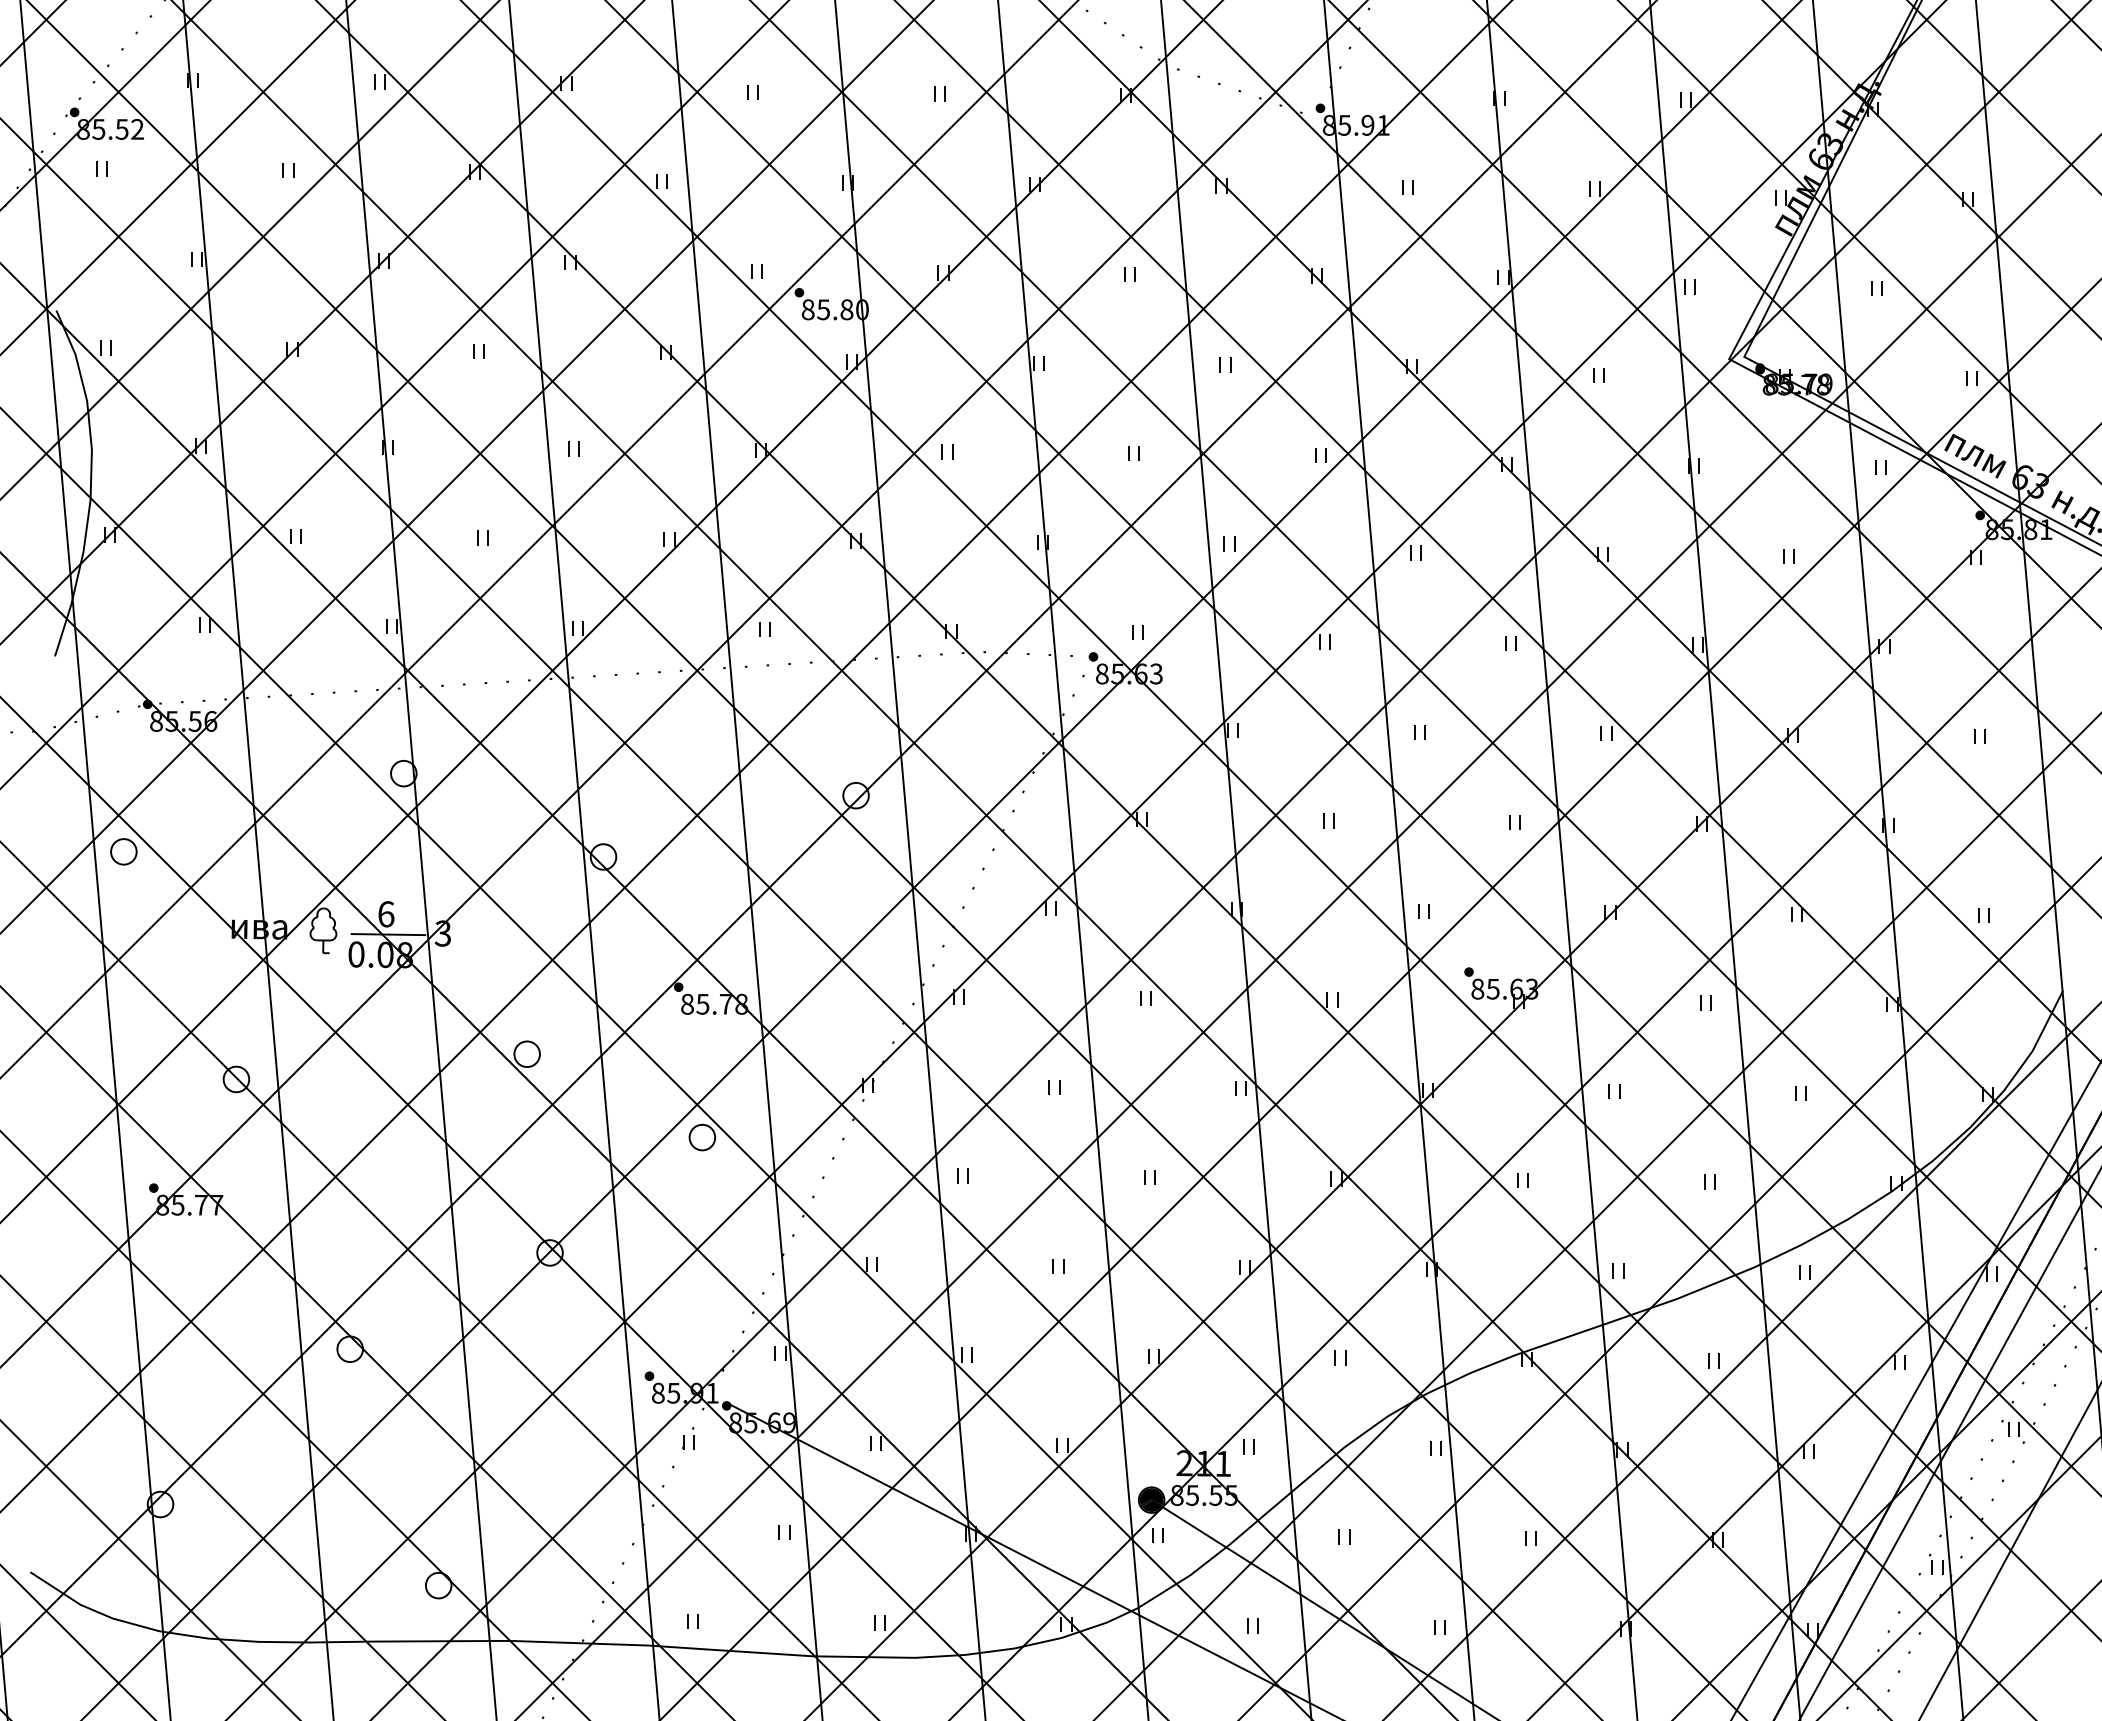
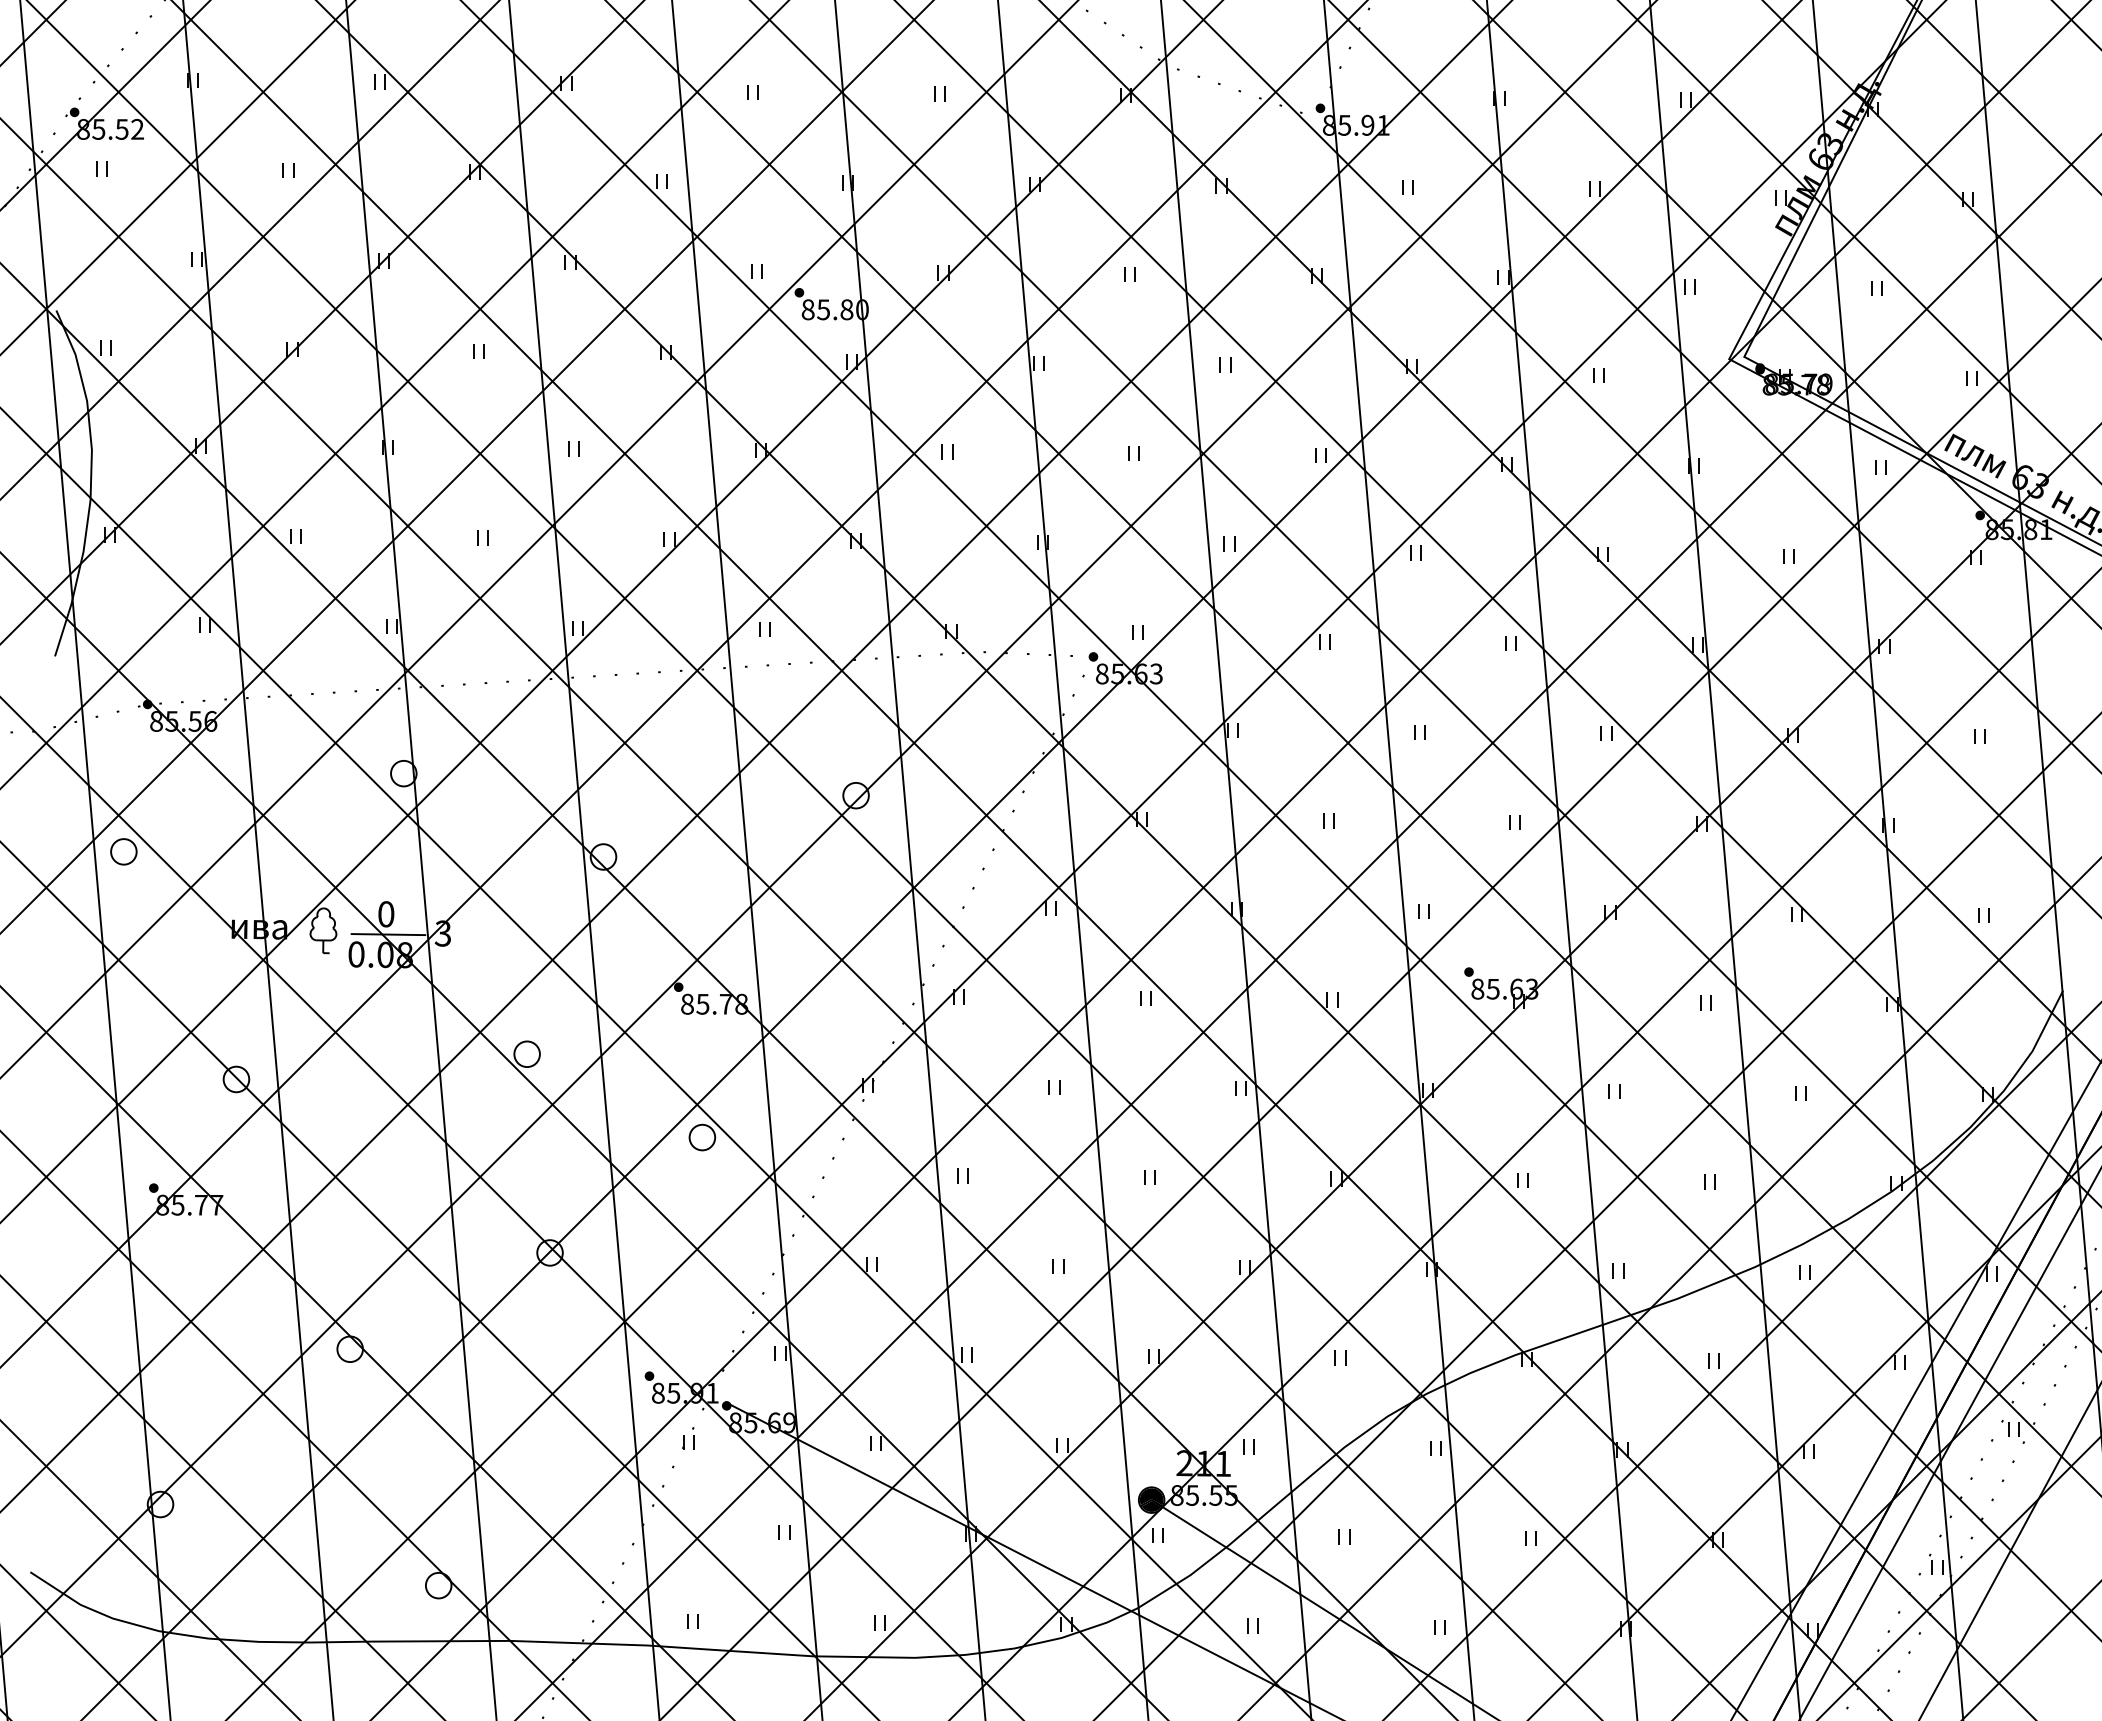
text at (386, 914): 6 -> 0
